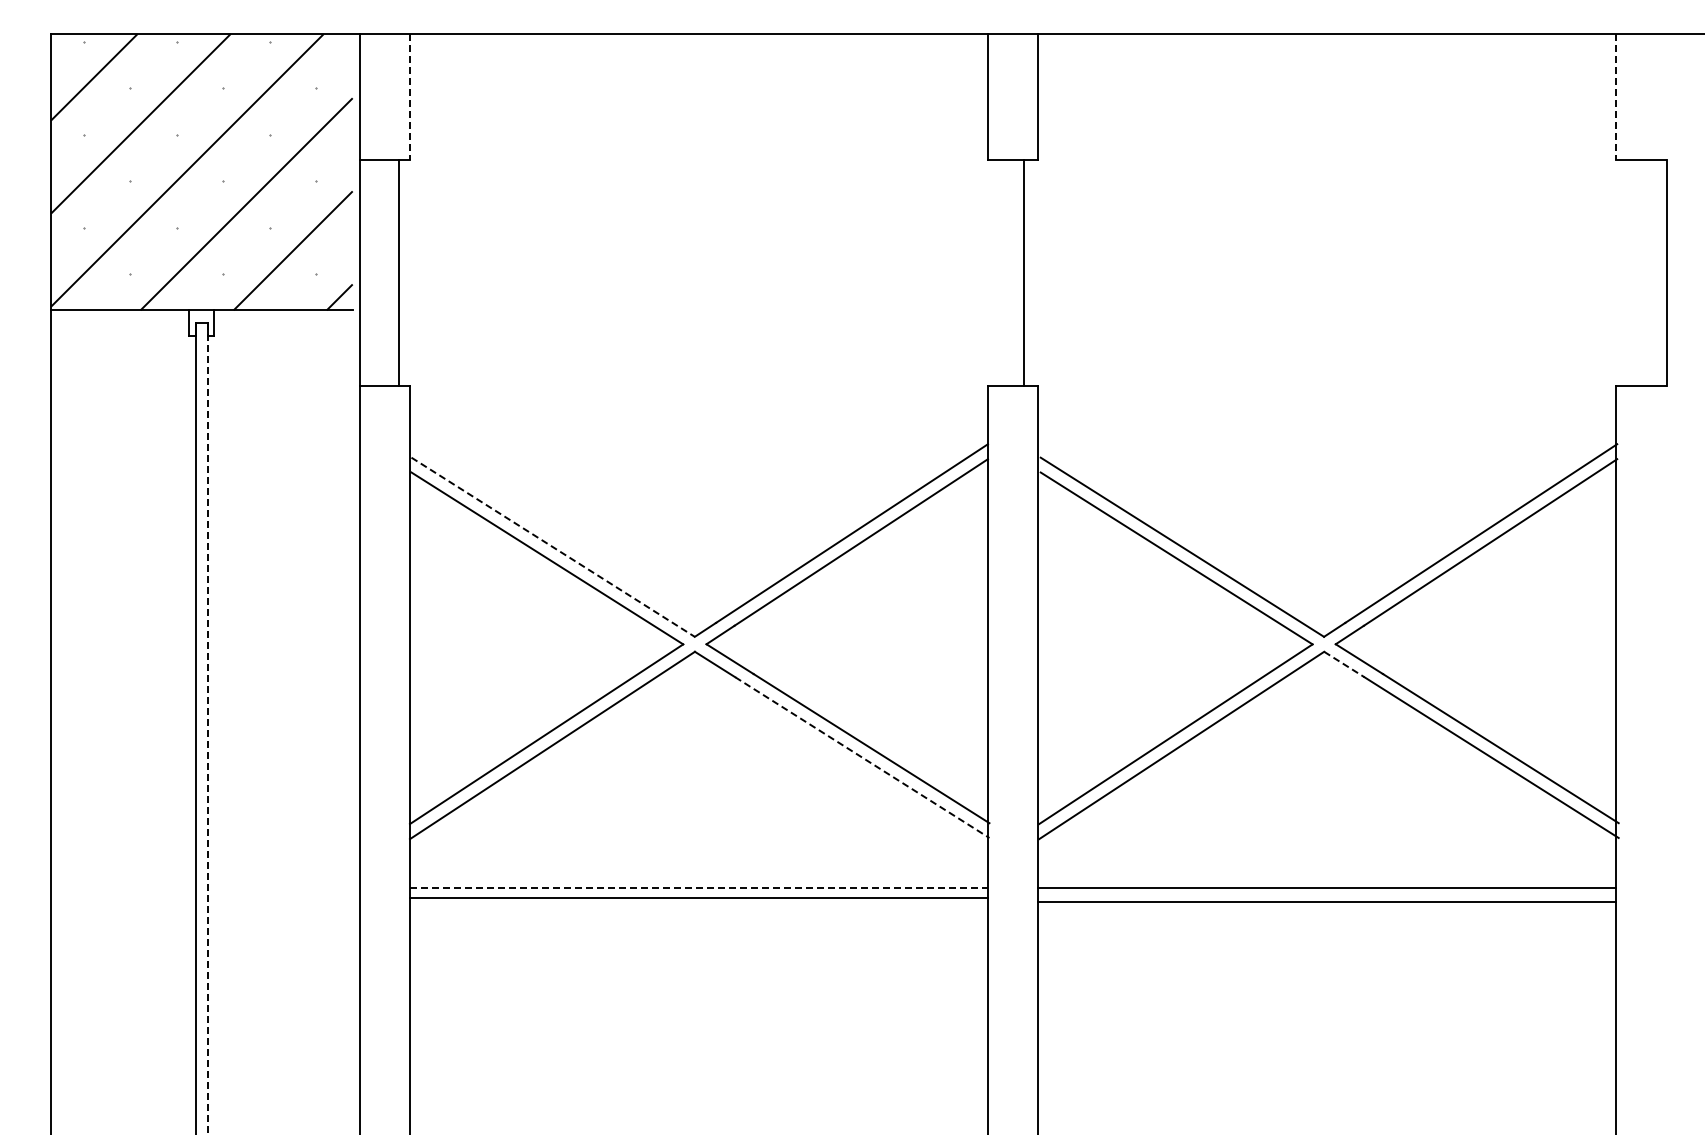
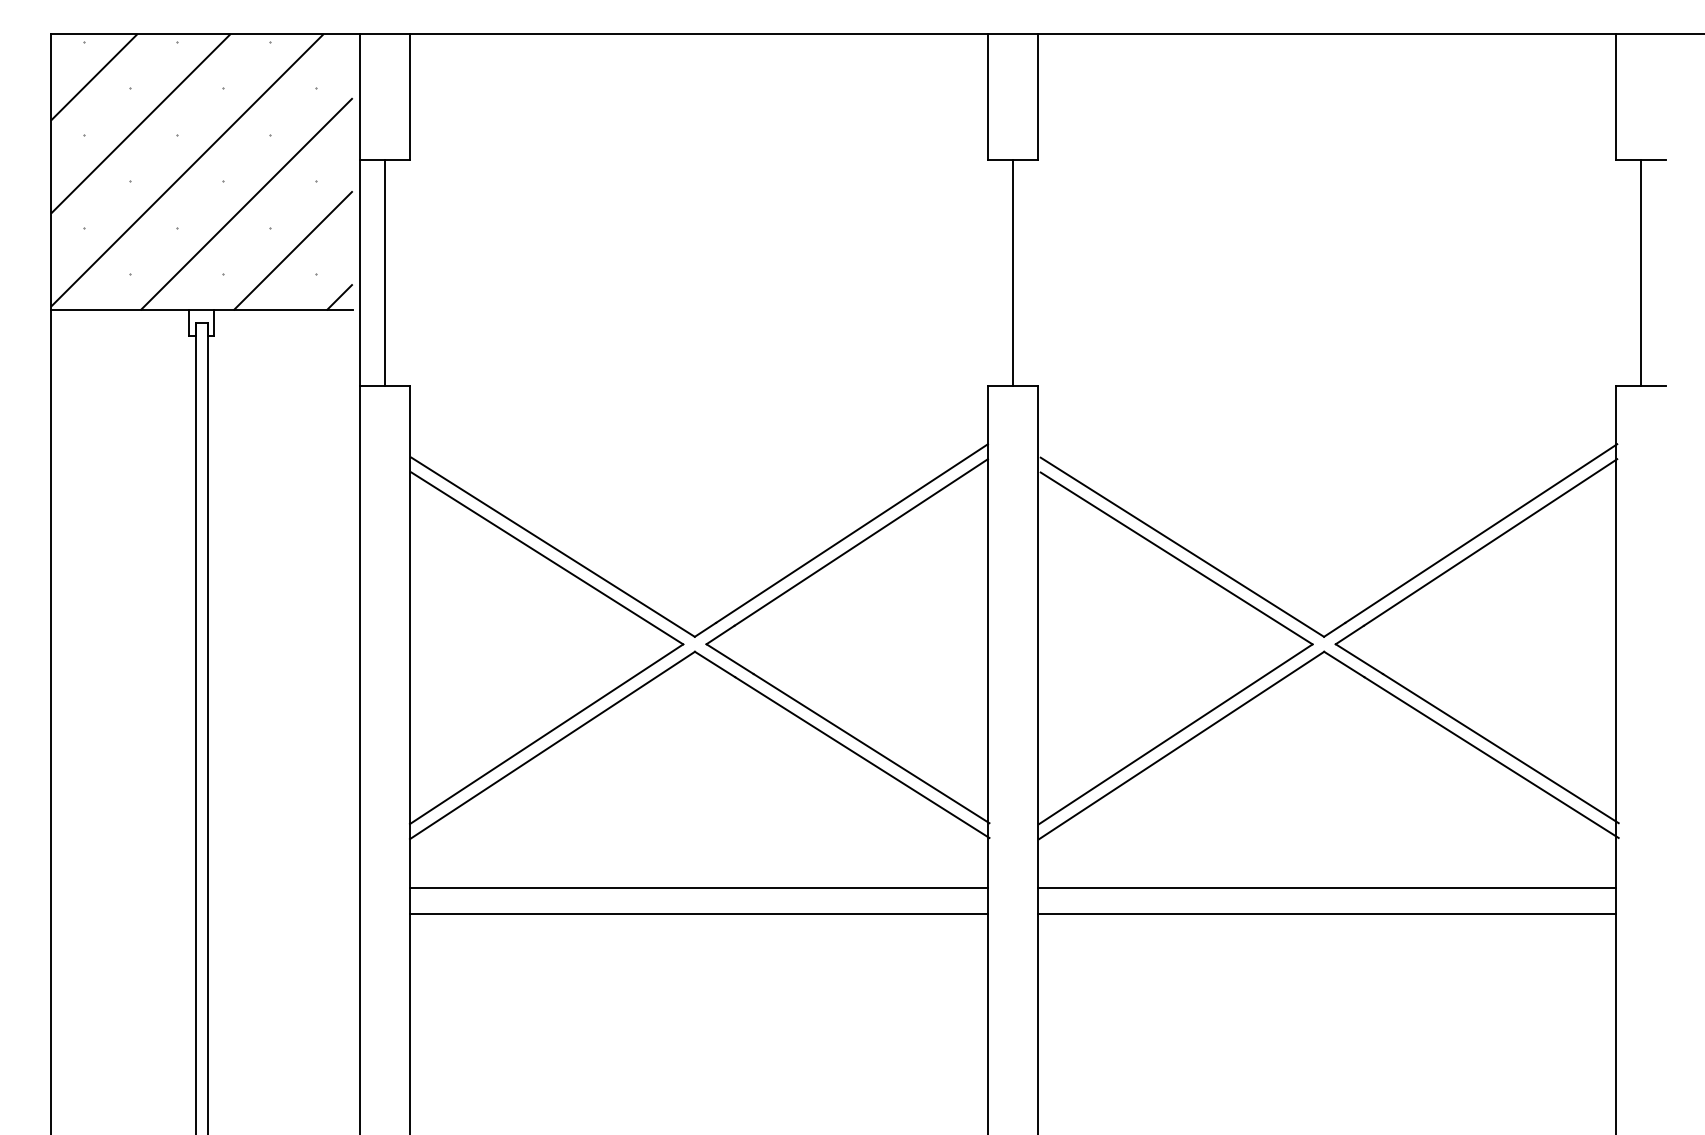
line at (409, 96): dashed -> solid
line at (1616, 96): dashed -> solid
line at (398, 272) position: (398, 272) -> (384, 272)
line at (1024, 272) position: (1024, 272) -> (1013, 272)
line at (1667, 272) position: (1667, 272) -> (1641, 272)
line at (553, 547): dashed -> solid
line at (1344, 664): dashed -> solid
line at (208, 728): dashed -> solid
line at (862, 757): dashed -> solid
line at (698, 888): dashed -> solid
line at (698, 897) position: (698, 897) -> (698, 913)
line at (1327, 901) position: (1327, 901) -> (1327, 913)
